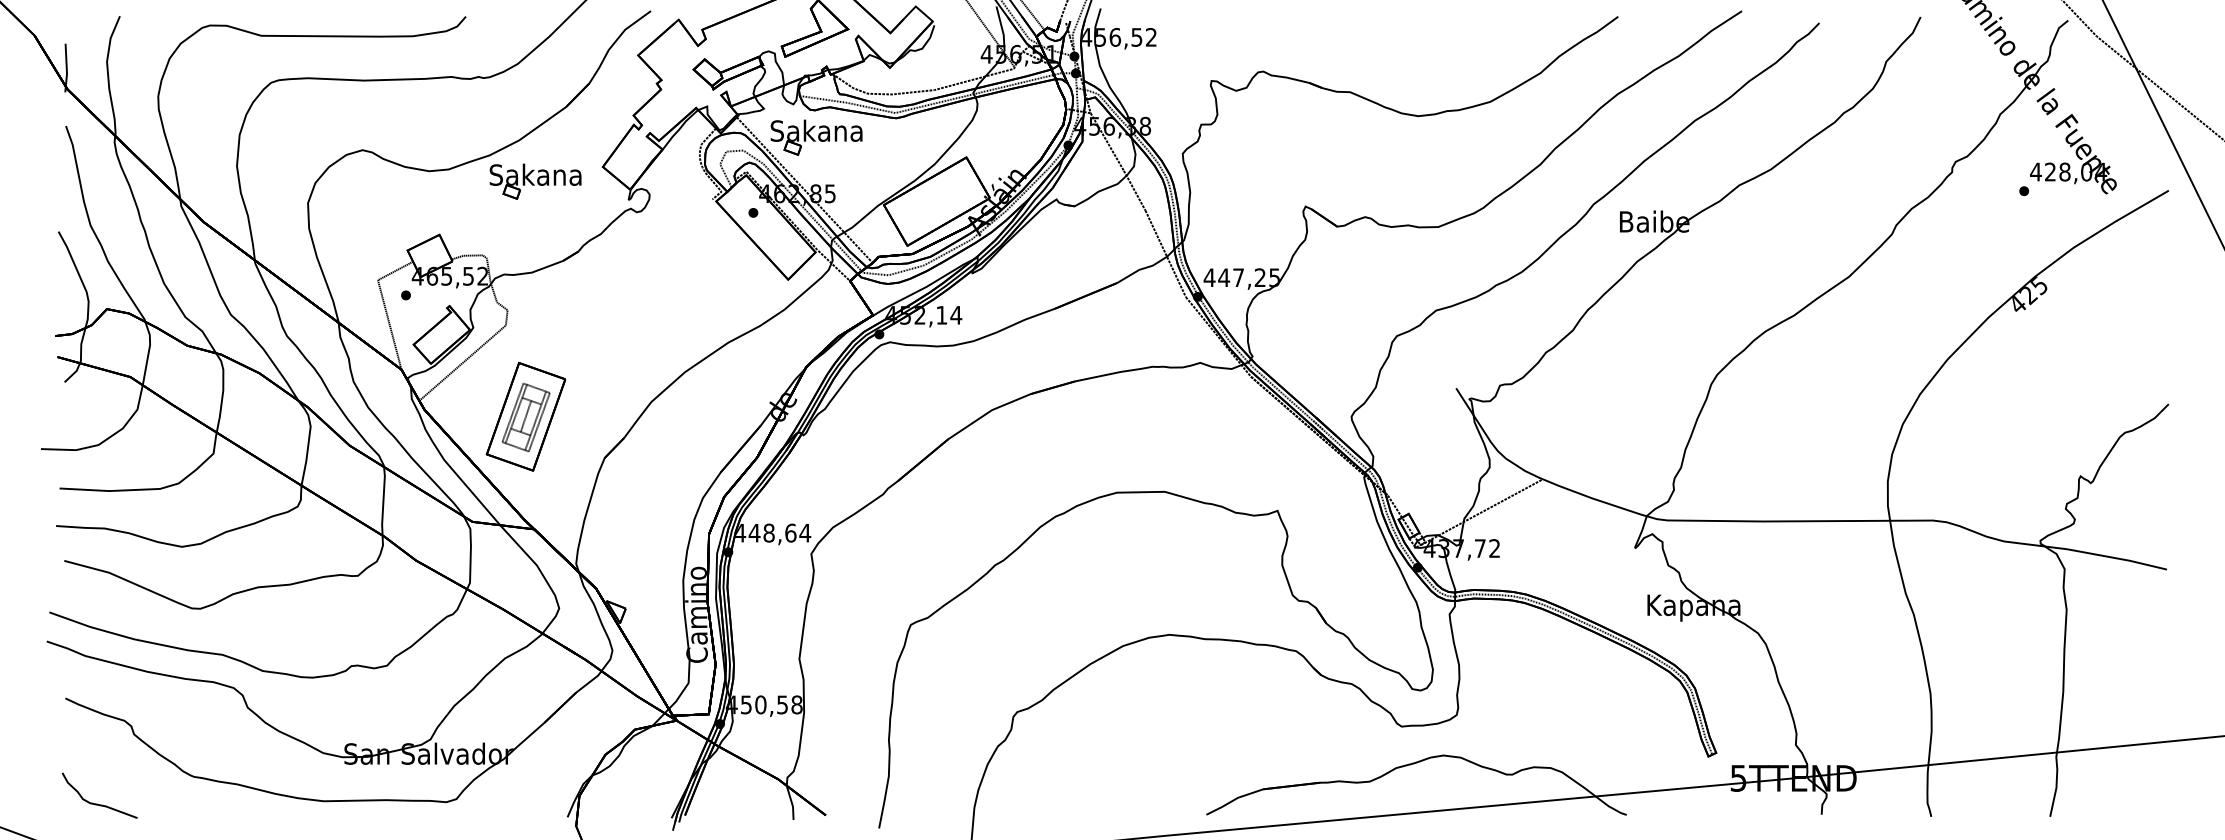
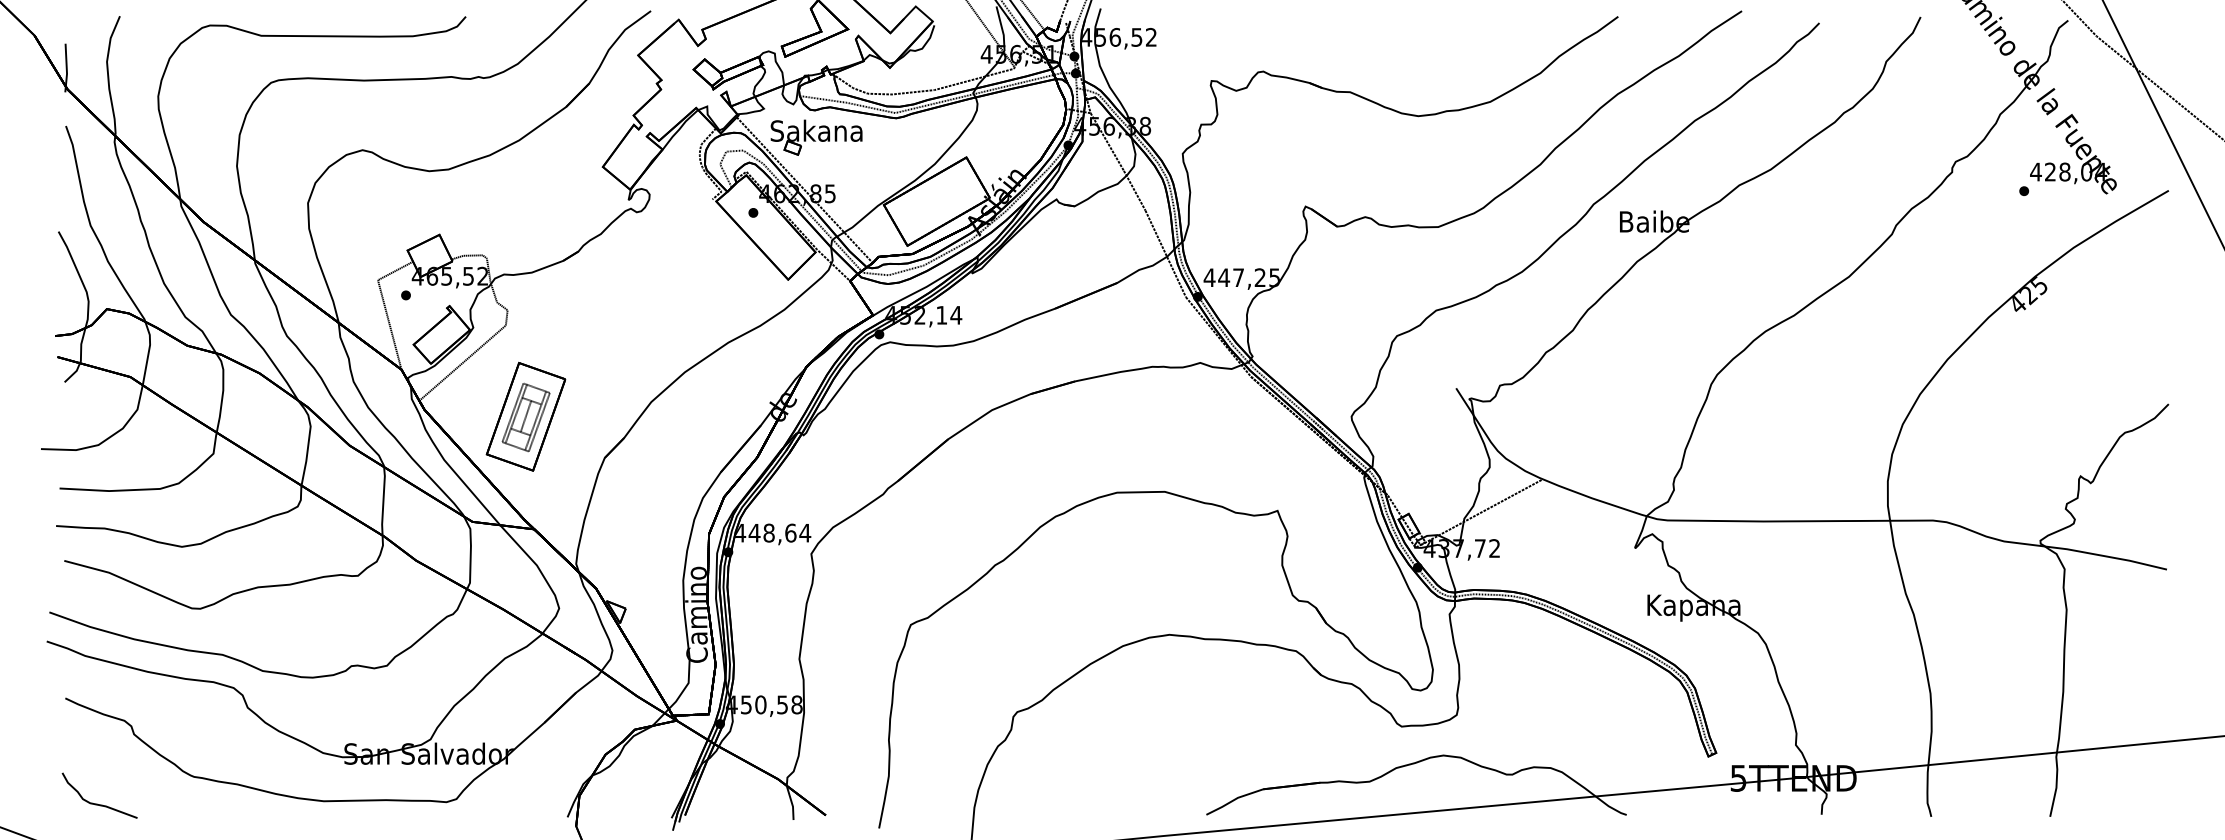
part at (535, 181): present -> none
